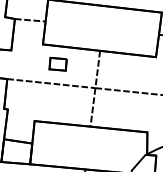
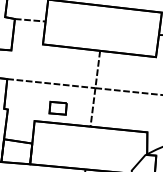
part at (57, 63) position: (57, 63) -> (57, 107)
